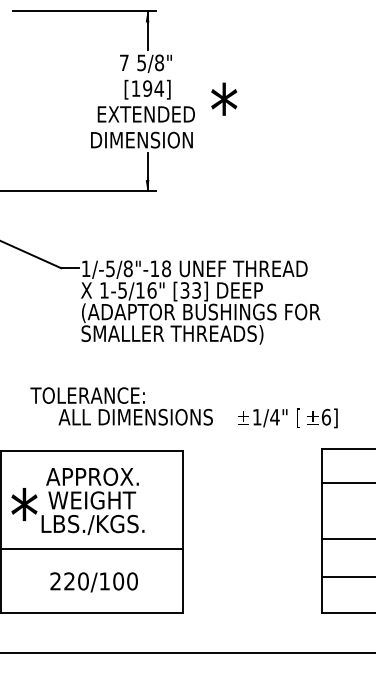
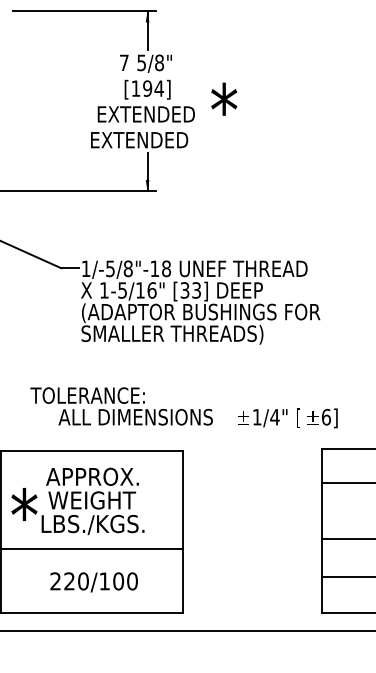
text at (142, 139): DIMENSION -> EXTENDED
line at (187, 652) position: (187, 652) -> (187, 630)
